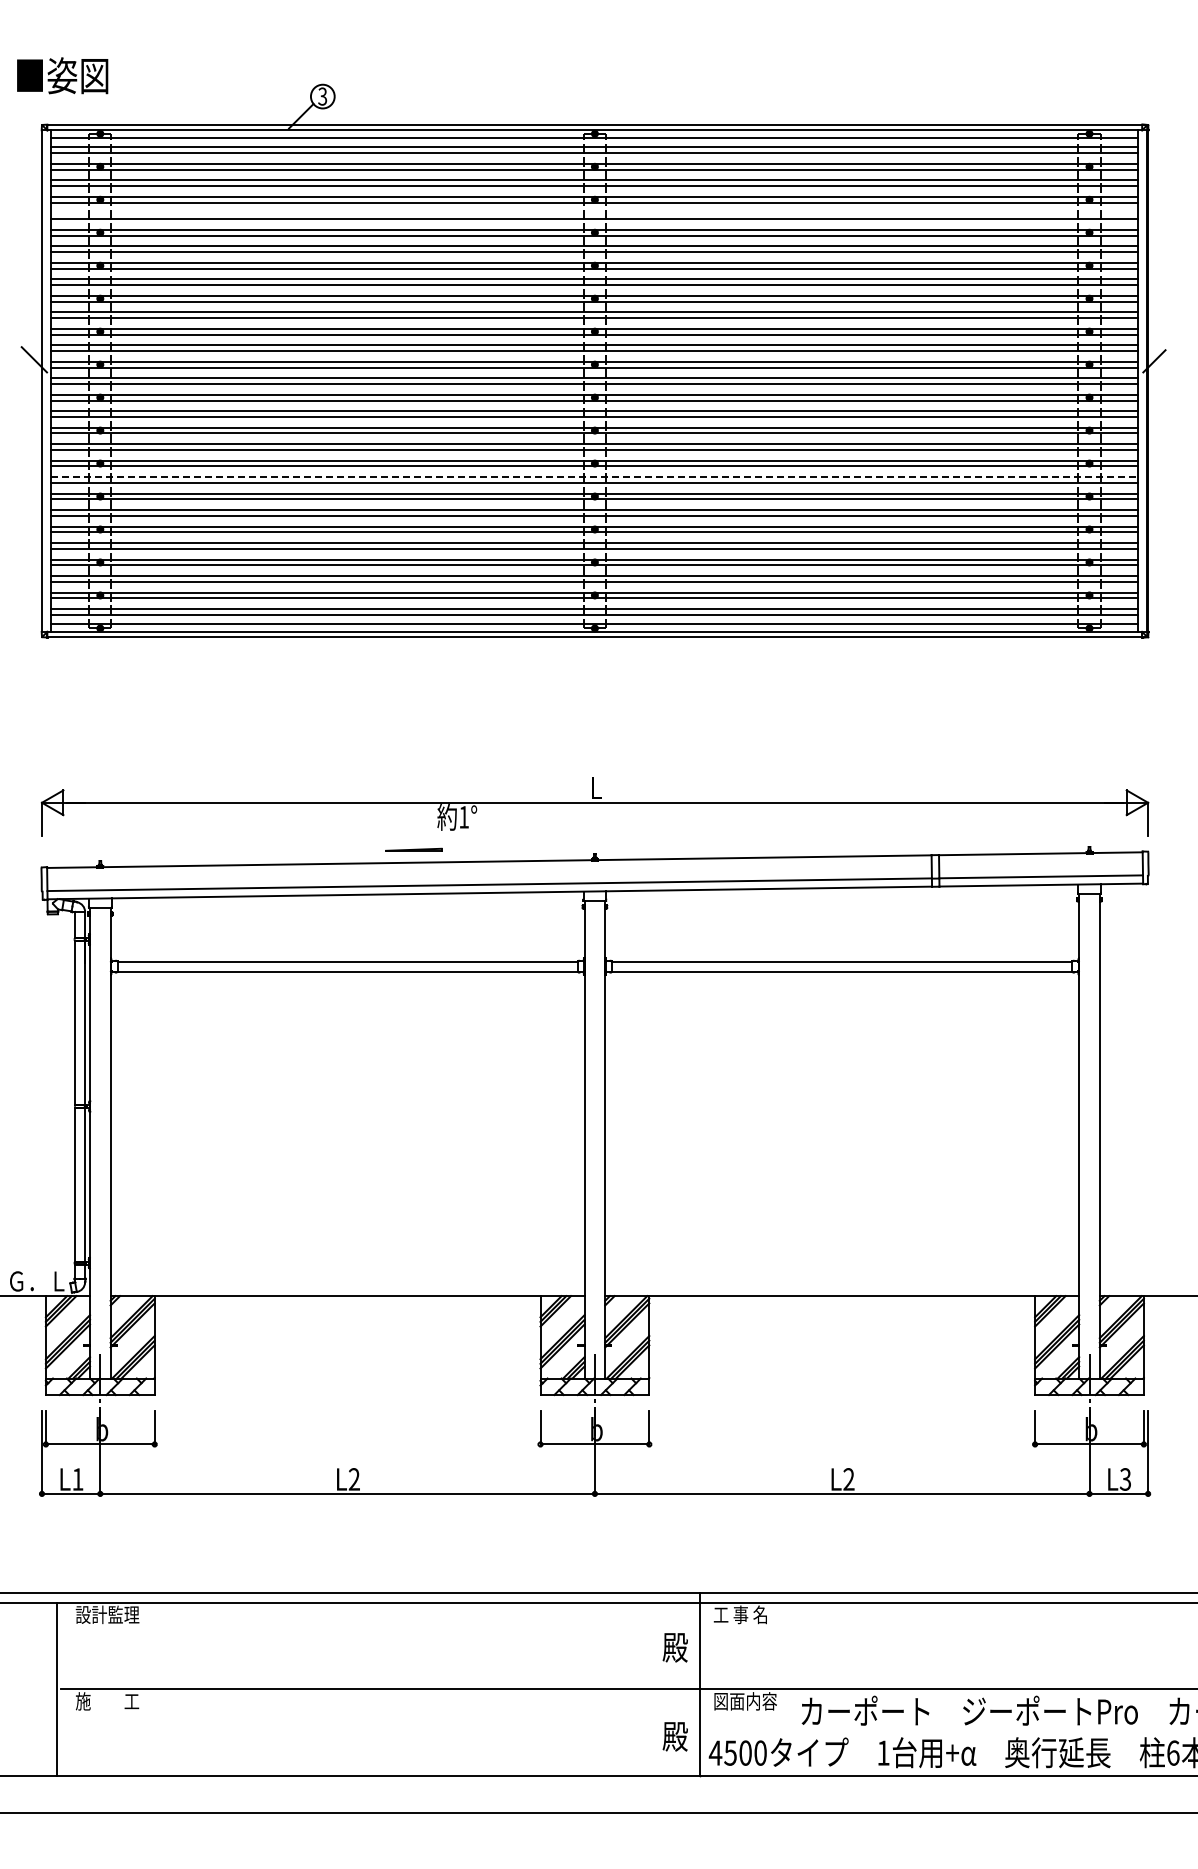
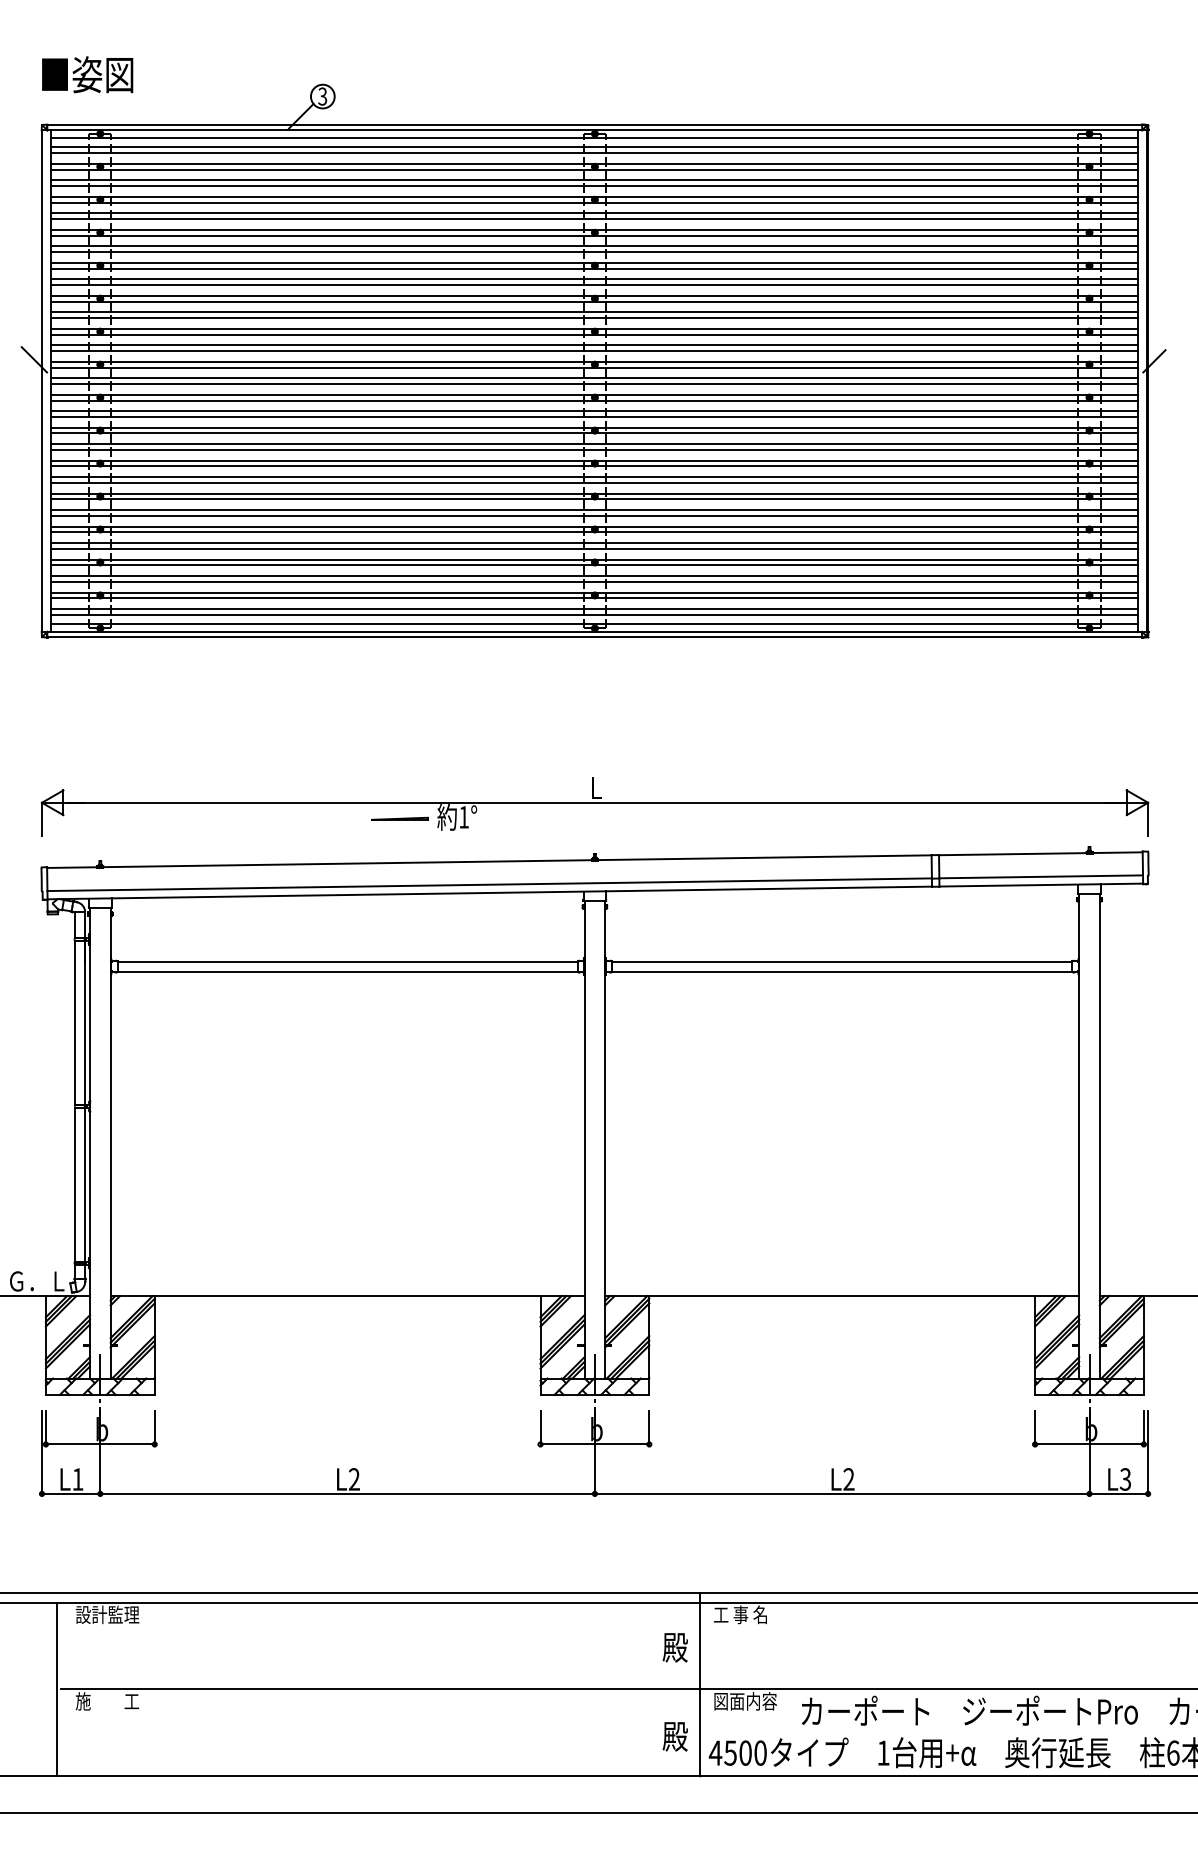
text at (62, 75) position: (62, 75) -> (87, 74)
line at (594, 213): none -> present
line at (595, 477): dashed -> solid
line at (413, 849) position: (413, 849) -> (399, 818)
